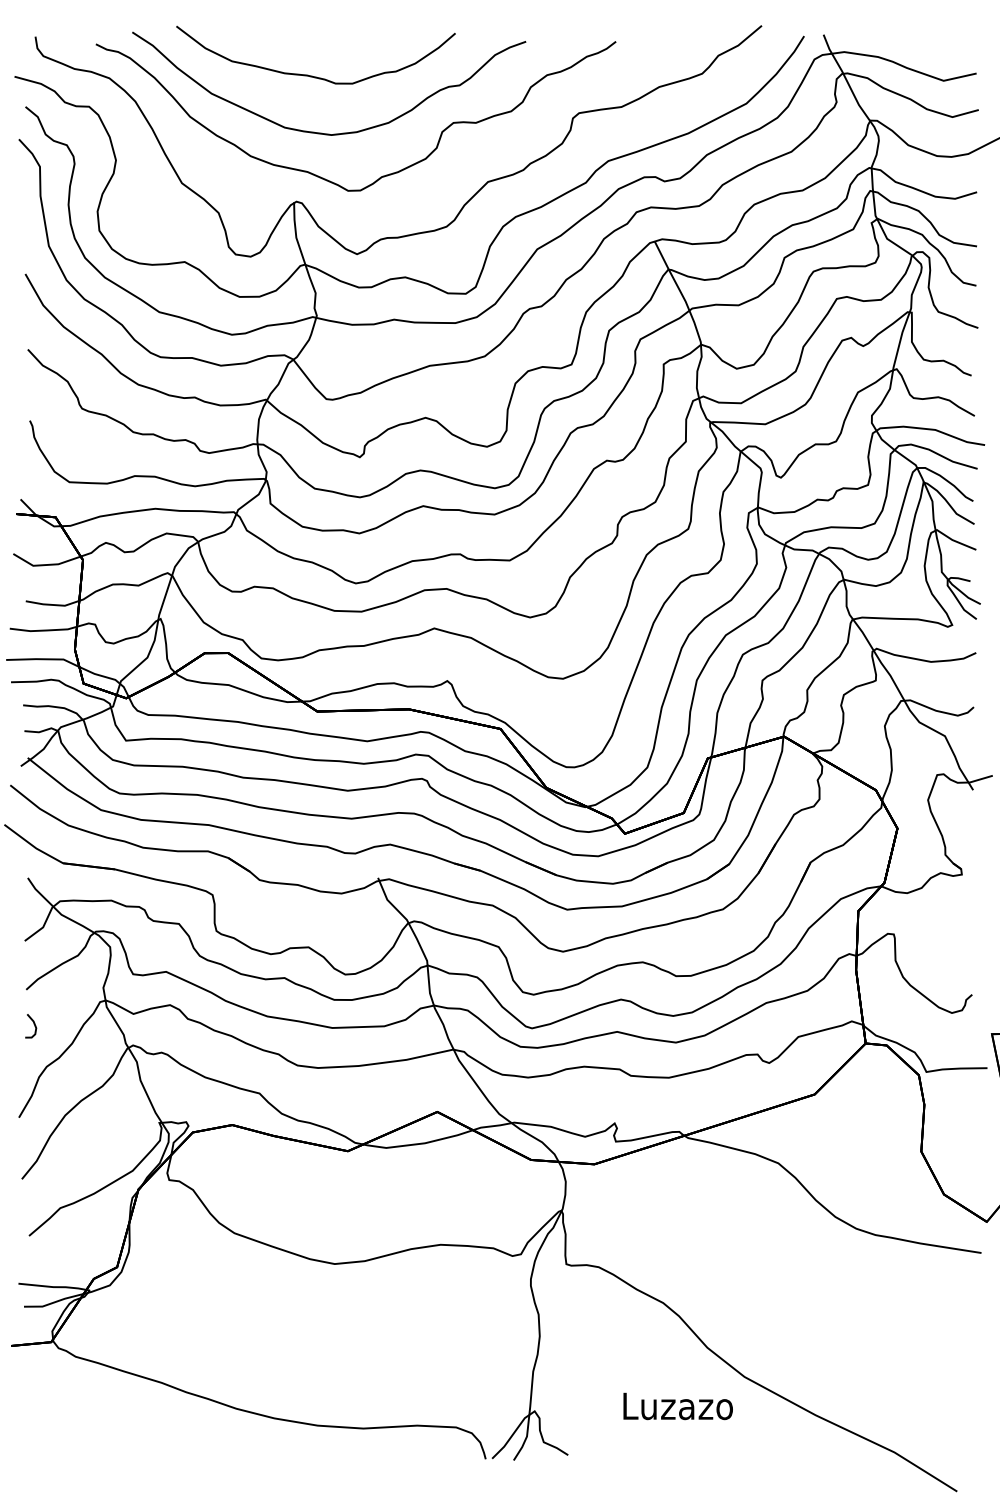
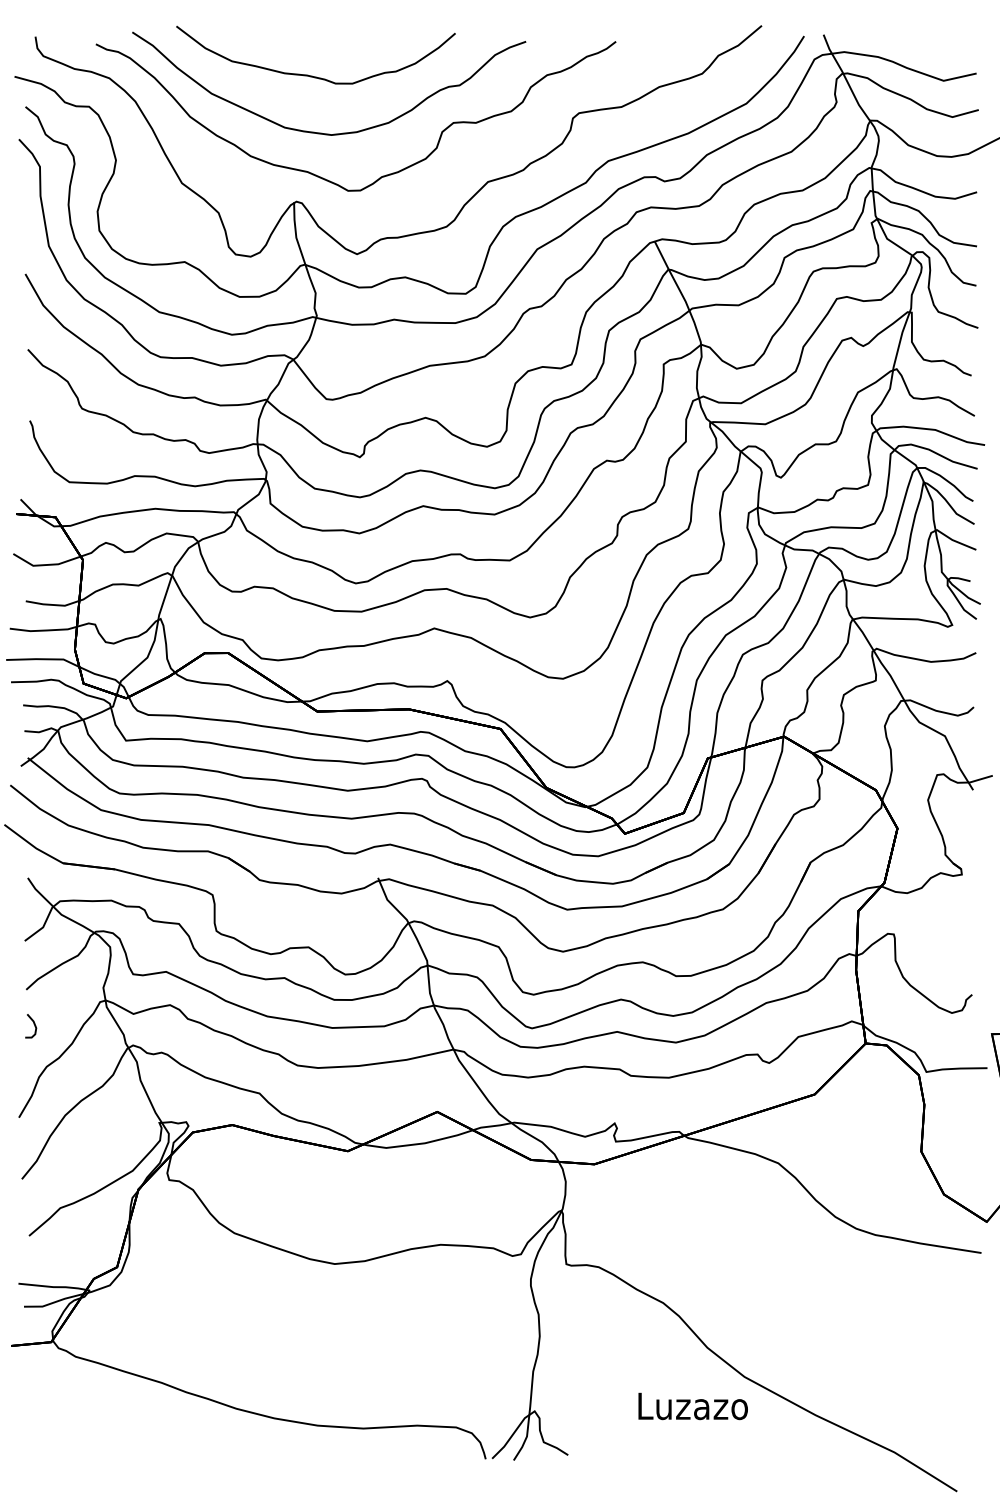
text at (677, 1406) position: (677, 1406) -> (692, 1406)
